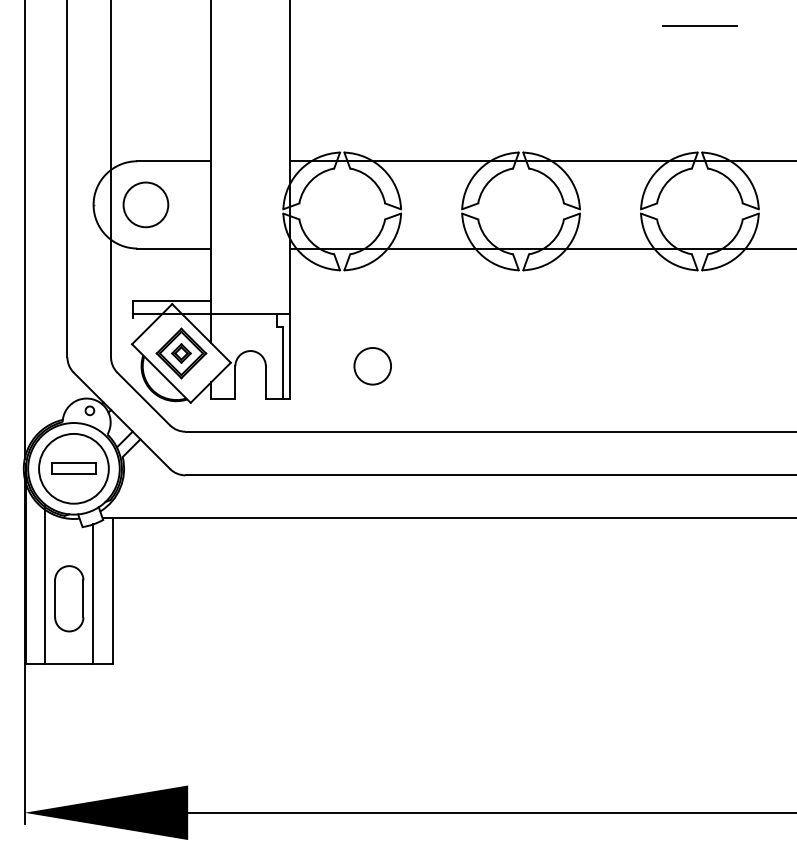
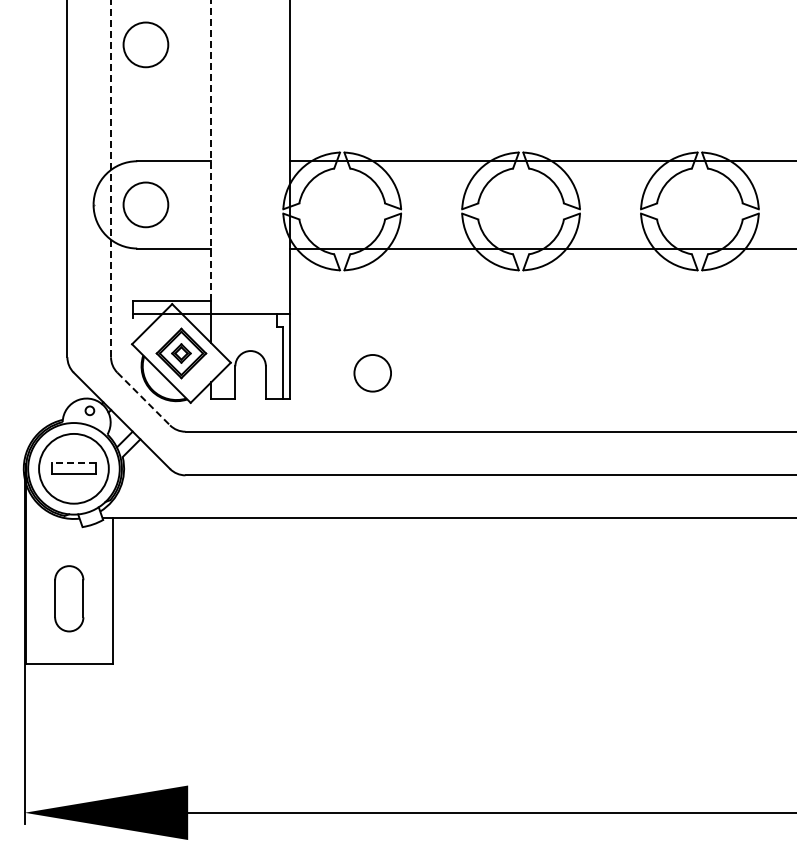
line at (699, 25): present -> none
circle at (145, 44): none -> present
line at (211, 149): solid -> dashed
line at (111, 178): solid -> dashed
line at (24, 230): present -> none
circle at (372, 366) position: (372, 366) -> (372, 373)
line at (144, 399): solid -> dashed
line at (73, 463): solid -> dashed
line at (45, 584): present -> none
line at (93, 594): present -> none
